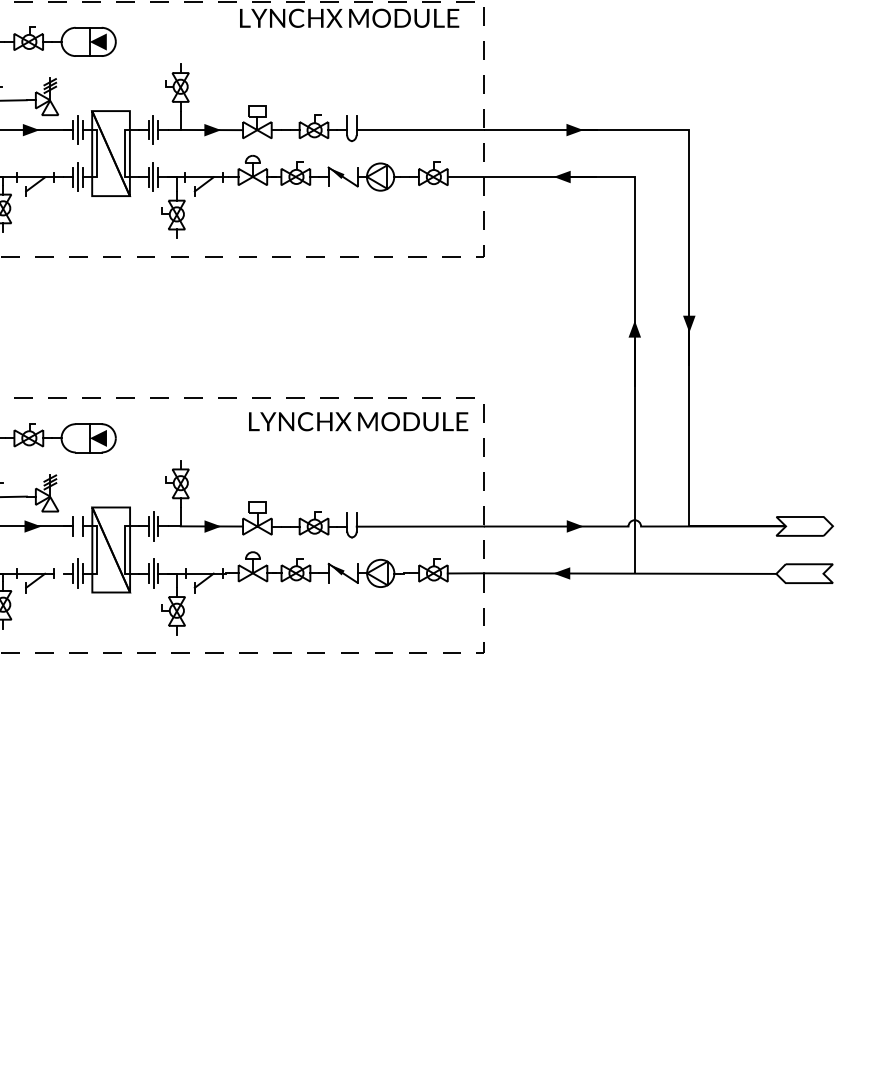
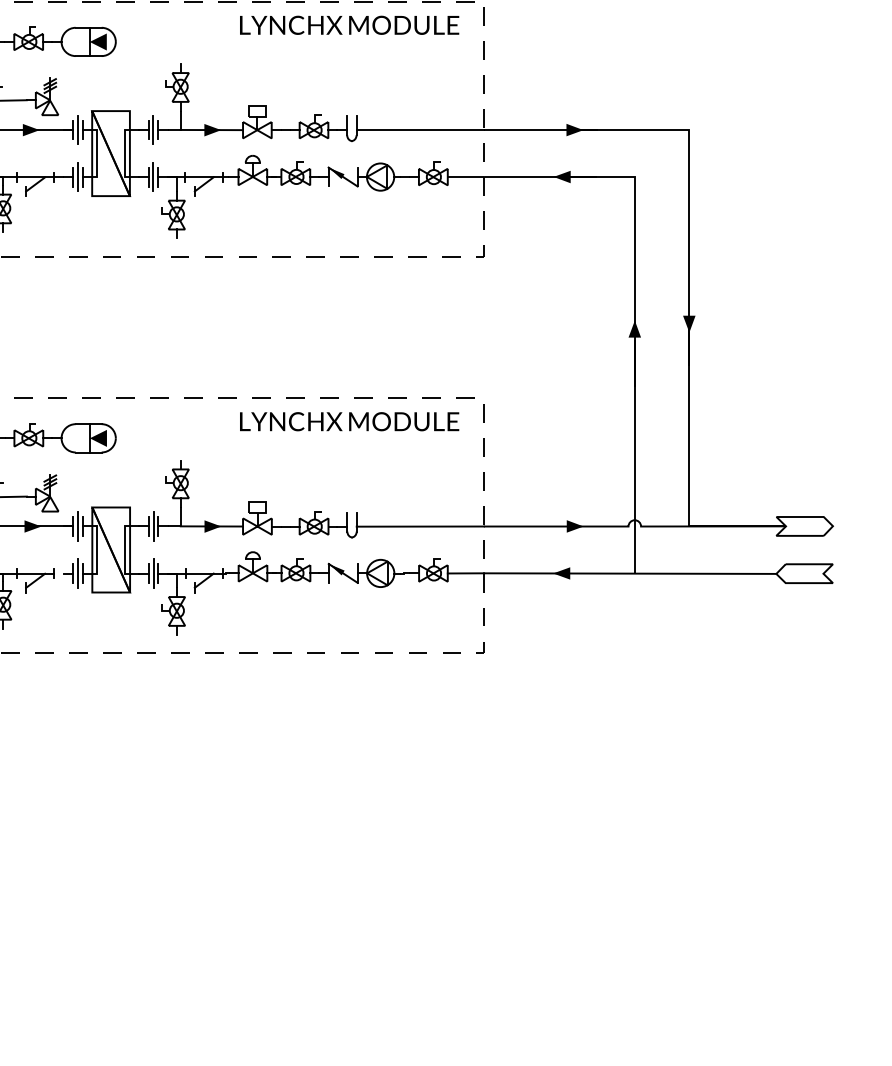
text at (349, 17) position: (349, 17) -> (349, 24)
text at (358, 421) position: (358, 421) -> (349, 421)
line at (78, 526): none -> present
